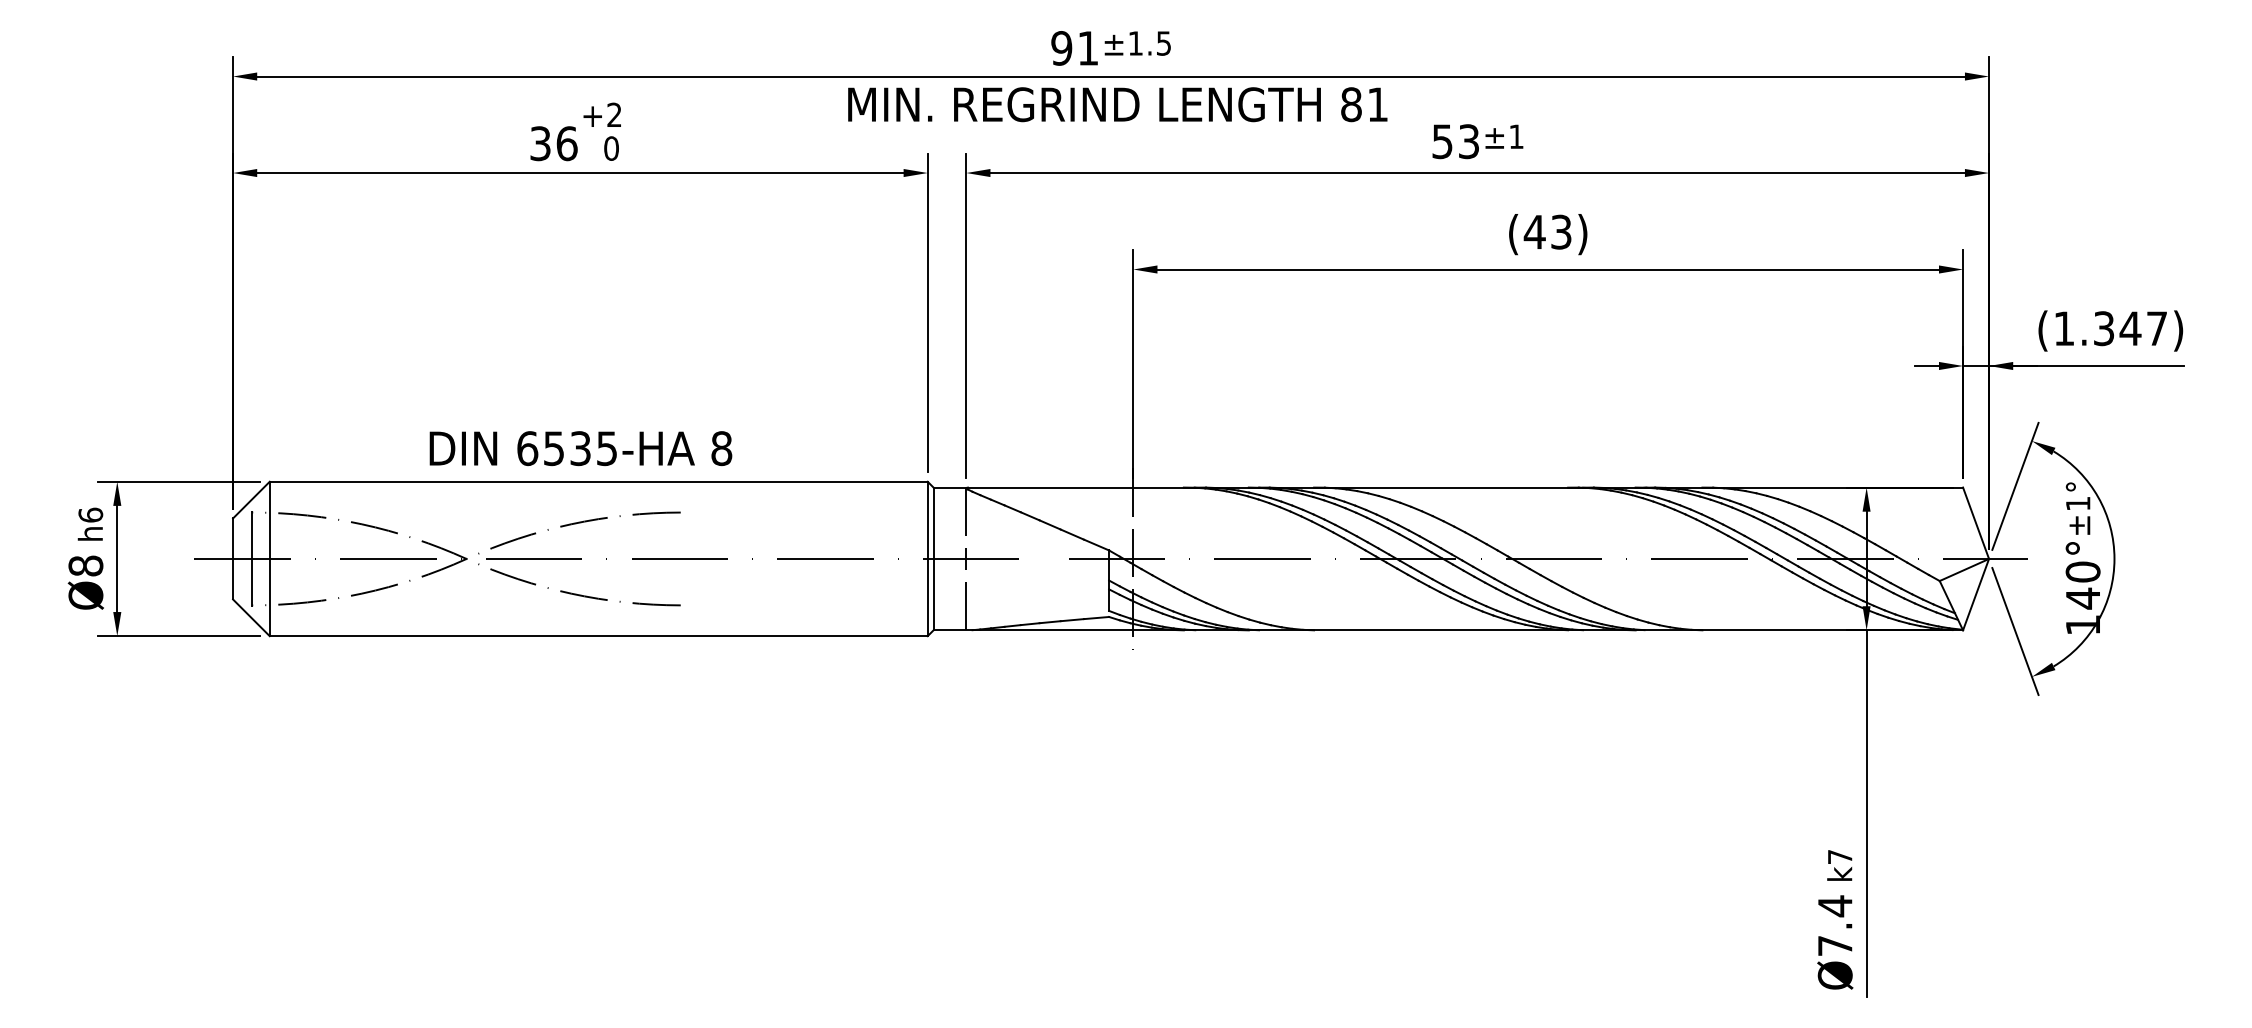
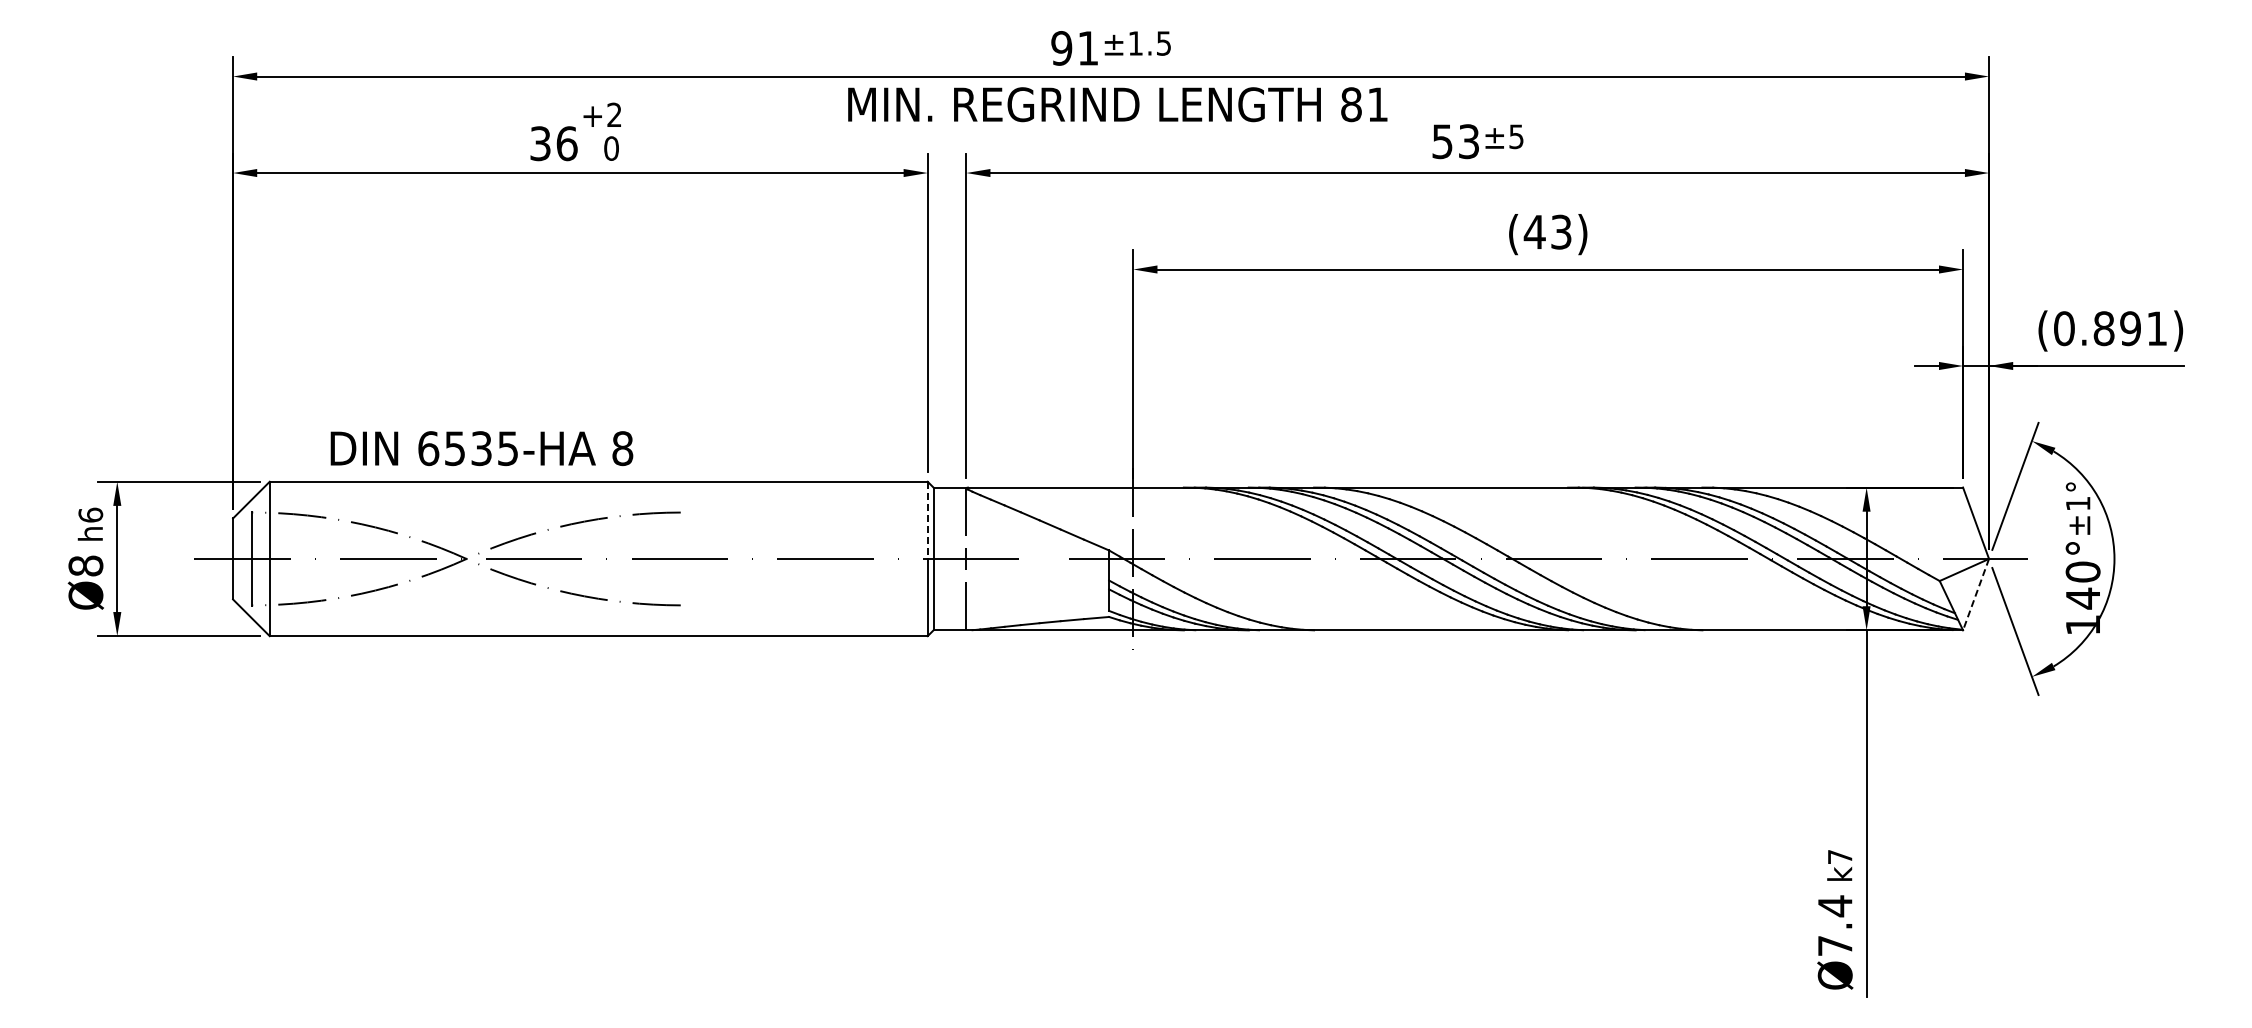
text at (1516, 136): ±1 -> ±5
text at (2110, 328): (1.347) -> (0.891)
text at (580, 448) position: (580, 448) -> (481, 448)
line at (927, 520): solid -> dashed
line at (1976, 594): solid -> dashed
